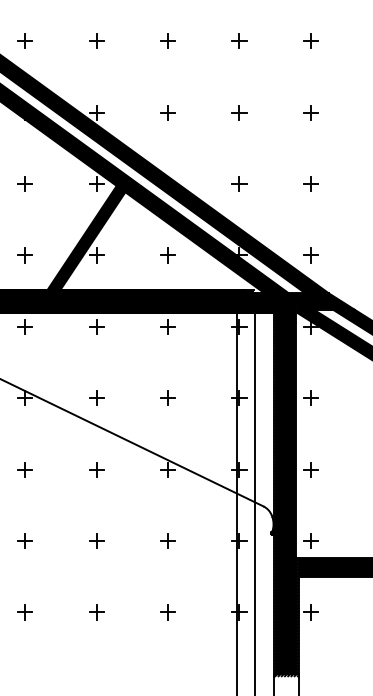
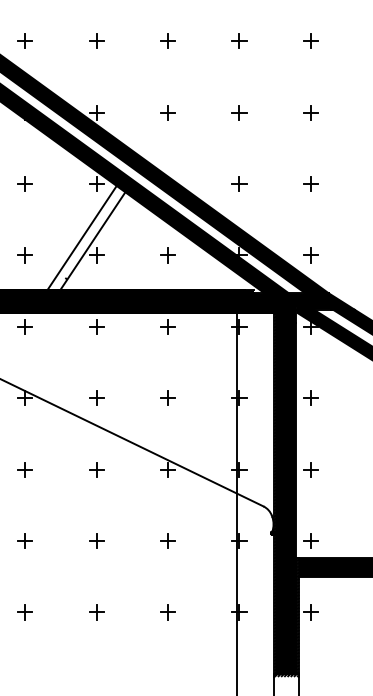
fill at (86, 237): present -> none
line at (254, 502): present -> none
